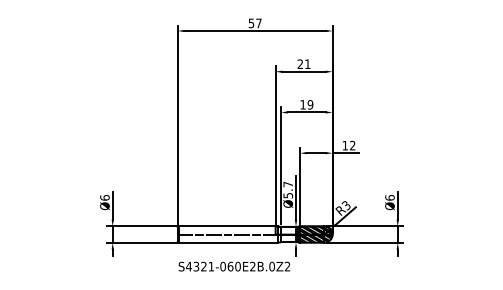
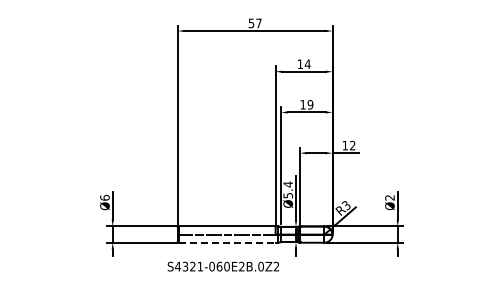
text at (303, 63): 21 -> 14
text at (287, 184): Ø5.7 -> Ø5.4
text at (389, 197): Ø6 -> Ø2
hatch at (316, 234): present -> none
line at (227, 242): solid -> dashed
text at (234, 266) position: (234, 266) -> (223, 266)
